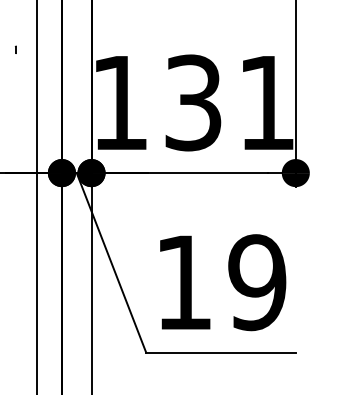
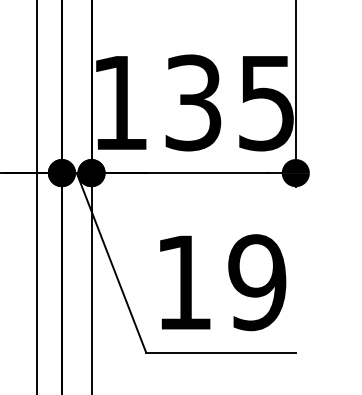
part at (15, 49): present -> none
text at (266, 103): 131 -> 135
